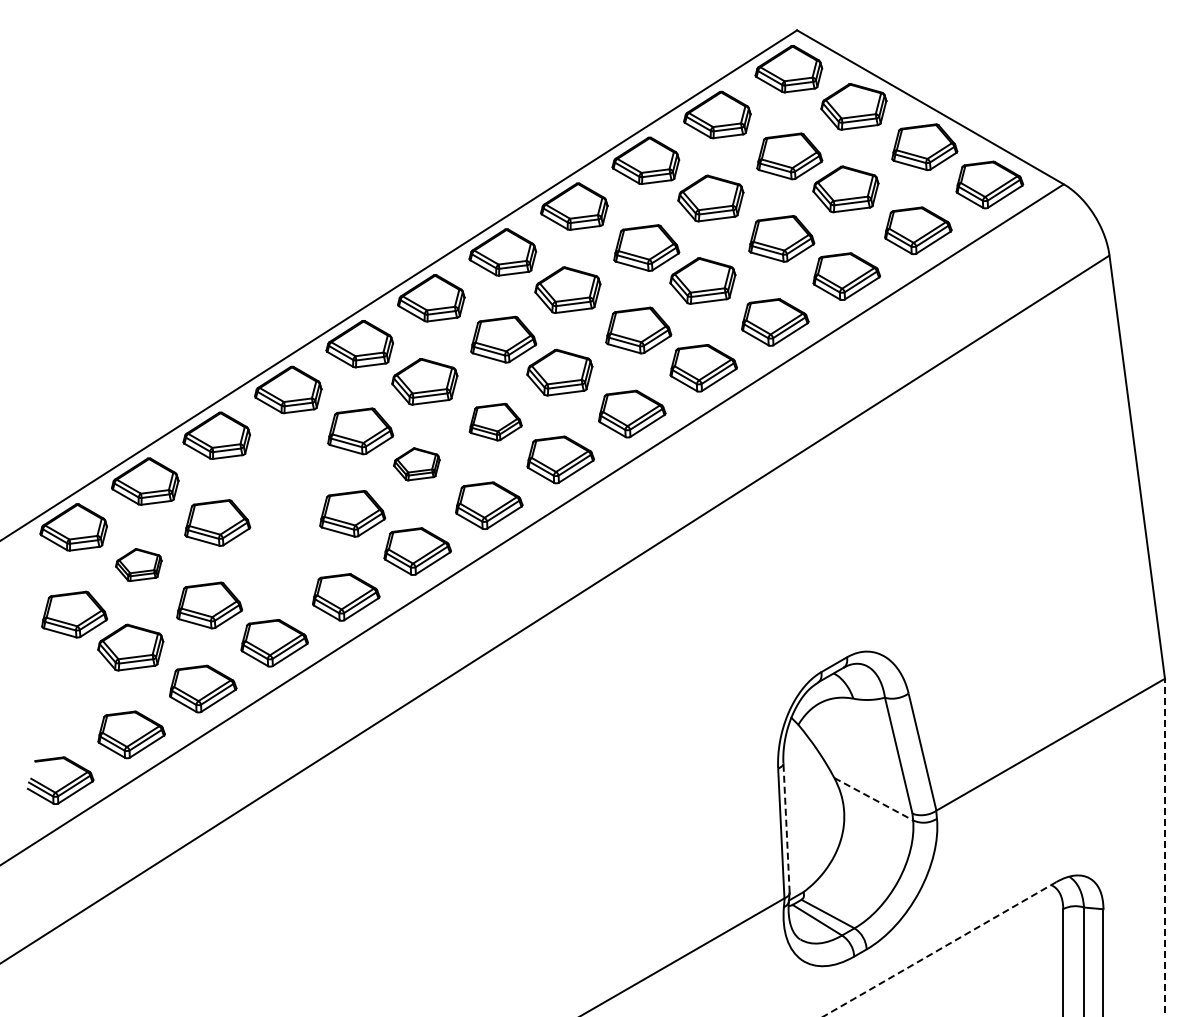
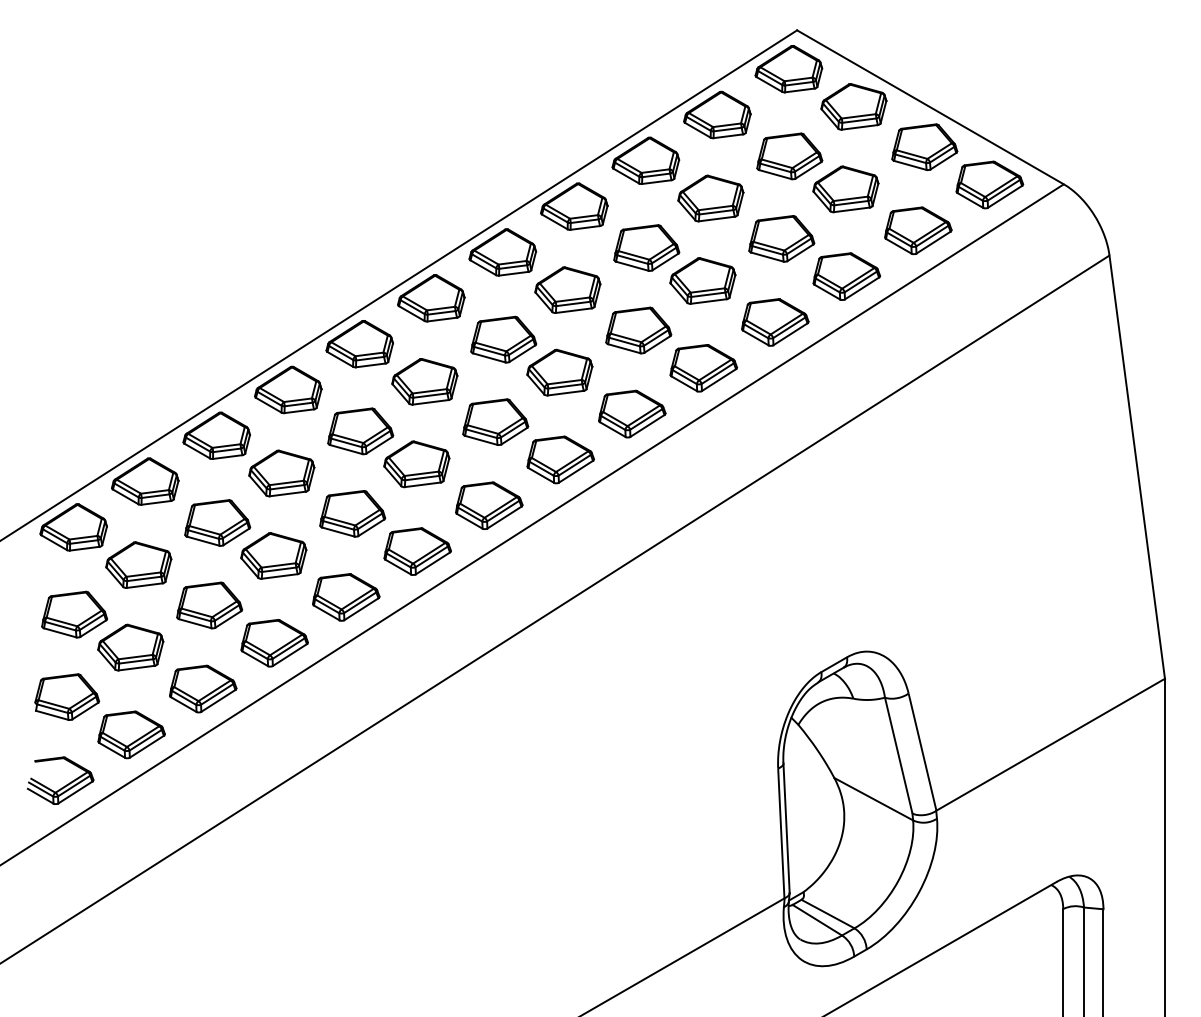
part at (495, 421) size: 55x40 px -> 68x48 px
part at (416, 464) size: 48x35 px -> 68x49 px
part at (281, 473): none -> present
part at (273, 555): none -> present
part at (138, 564) size: 48x34 px -> 68x48 px
part at (67, 696): none -> present
line at (873, 799): dashed -> solid
line at (786, 827): dashed -> solid
line at (1164, 847): dashed -> solid
line at (939, 949): dashed -> solid
